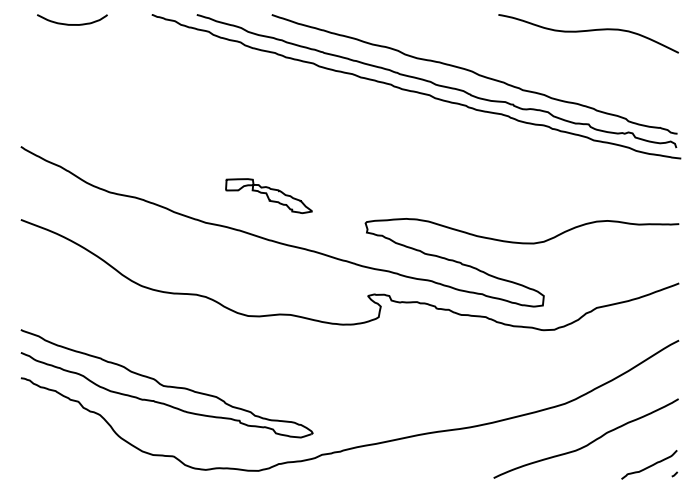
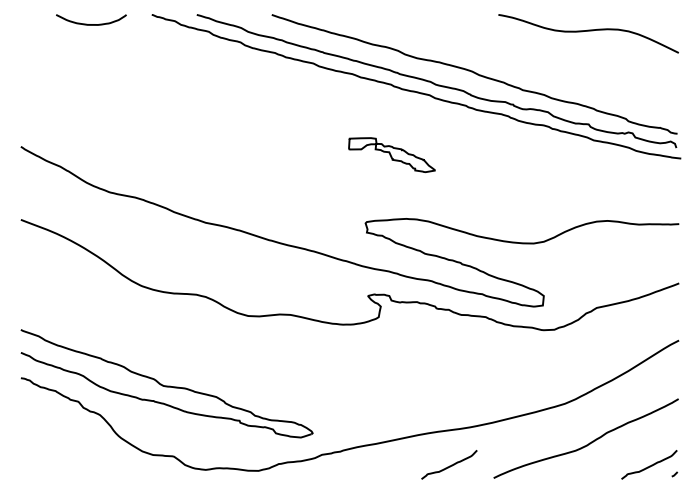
curve at (72, 24) position: (72, 24) -> (91, 24)
part at (268, 196) position: (268, 196) -> (391, 155)
curve at (449, 465): none -> present
